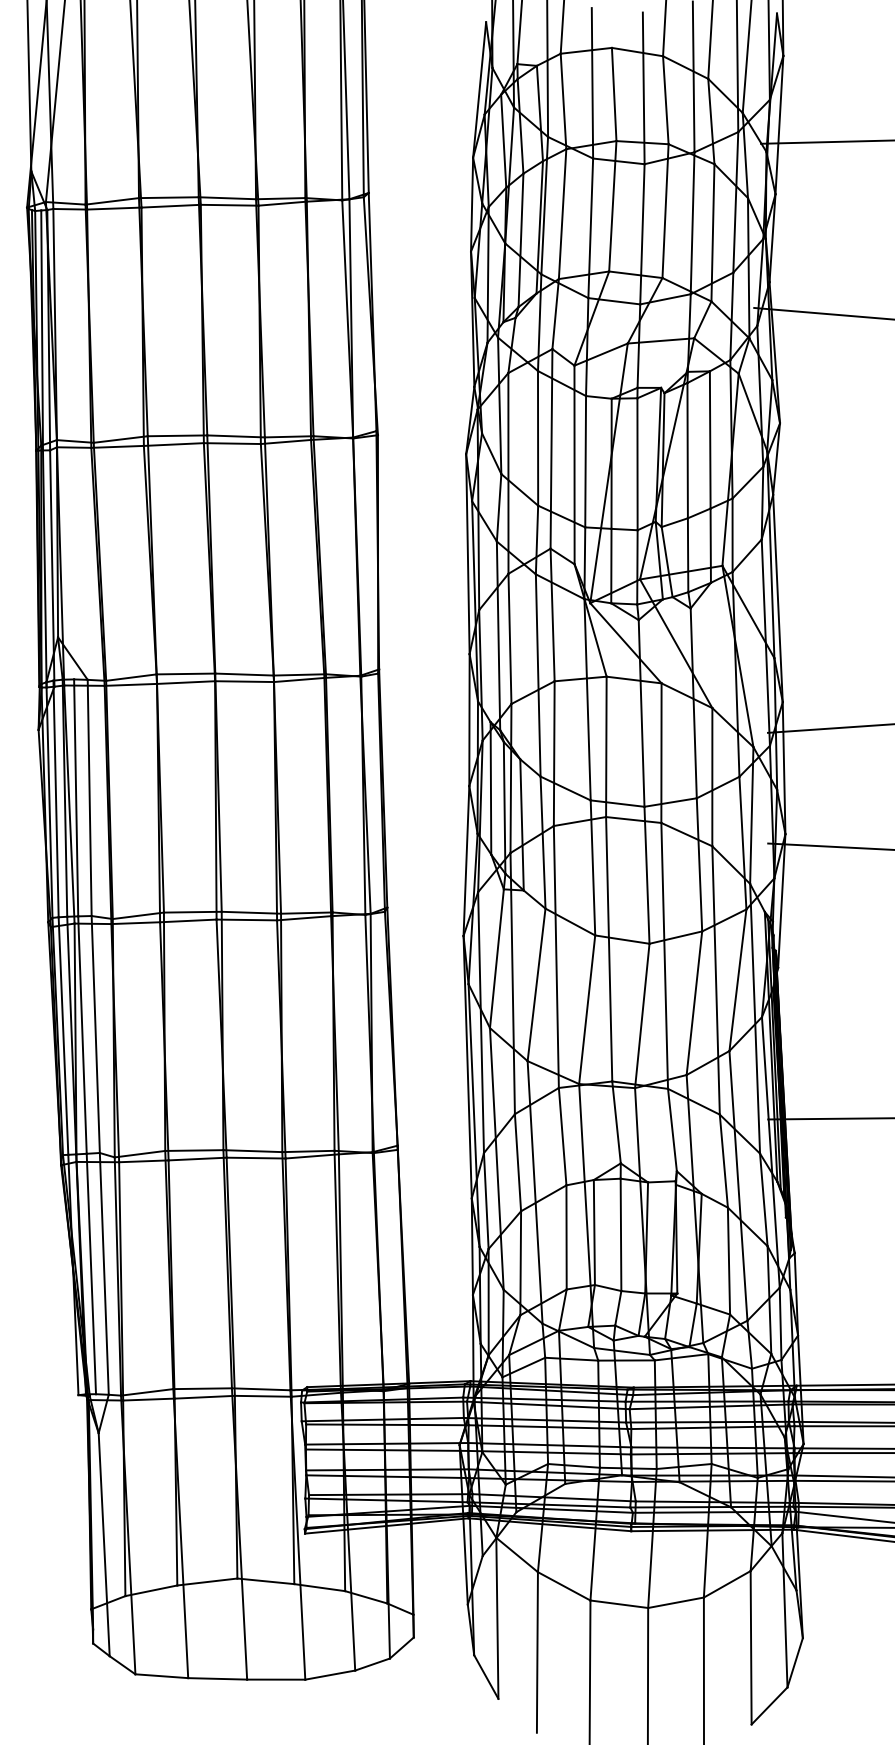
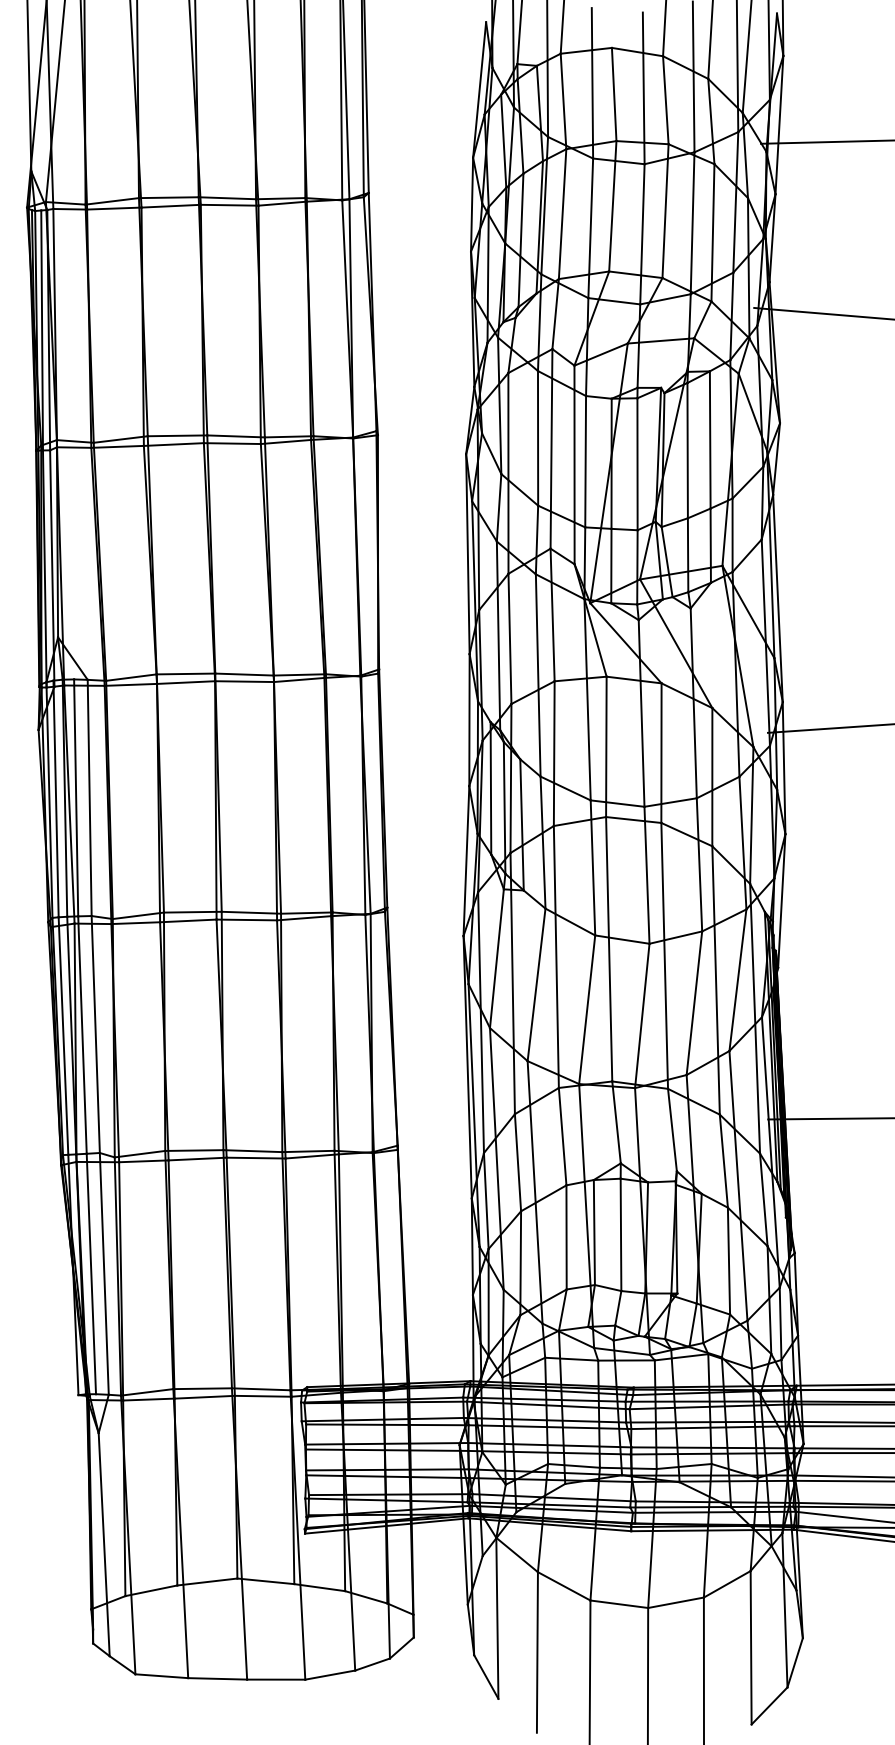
line at (829, 846): present -> none
